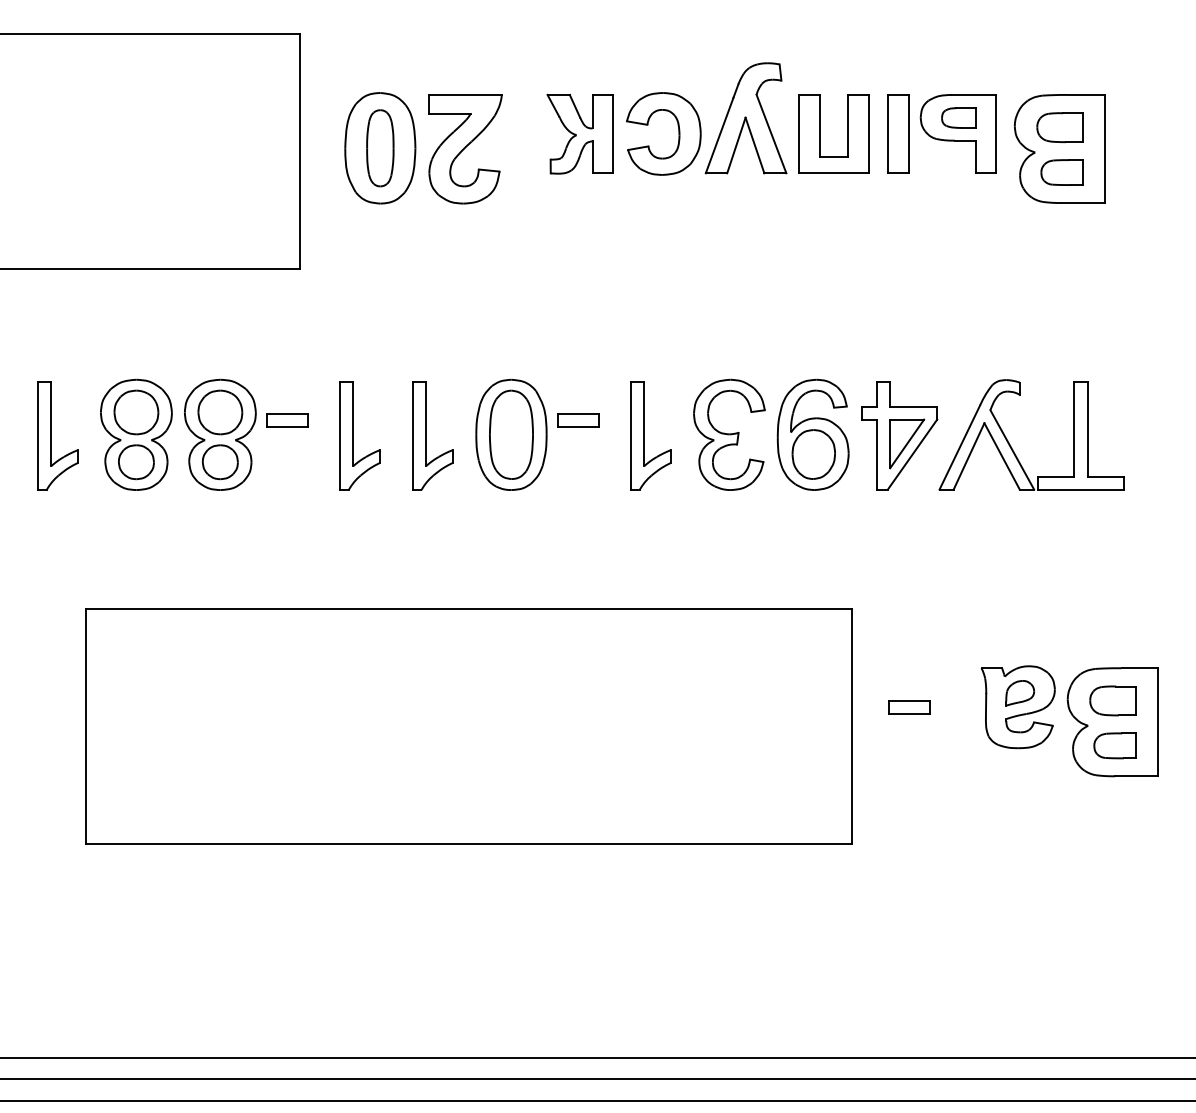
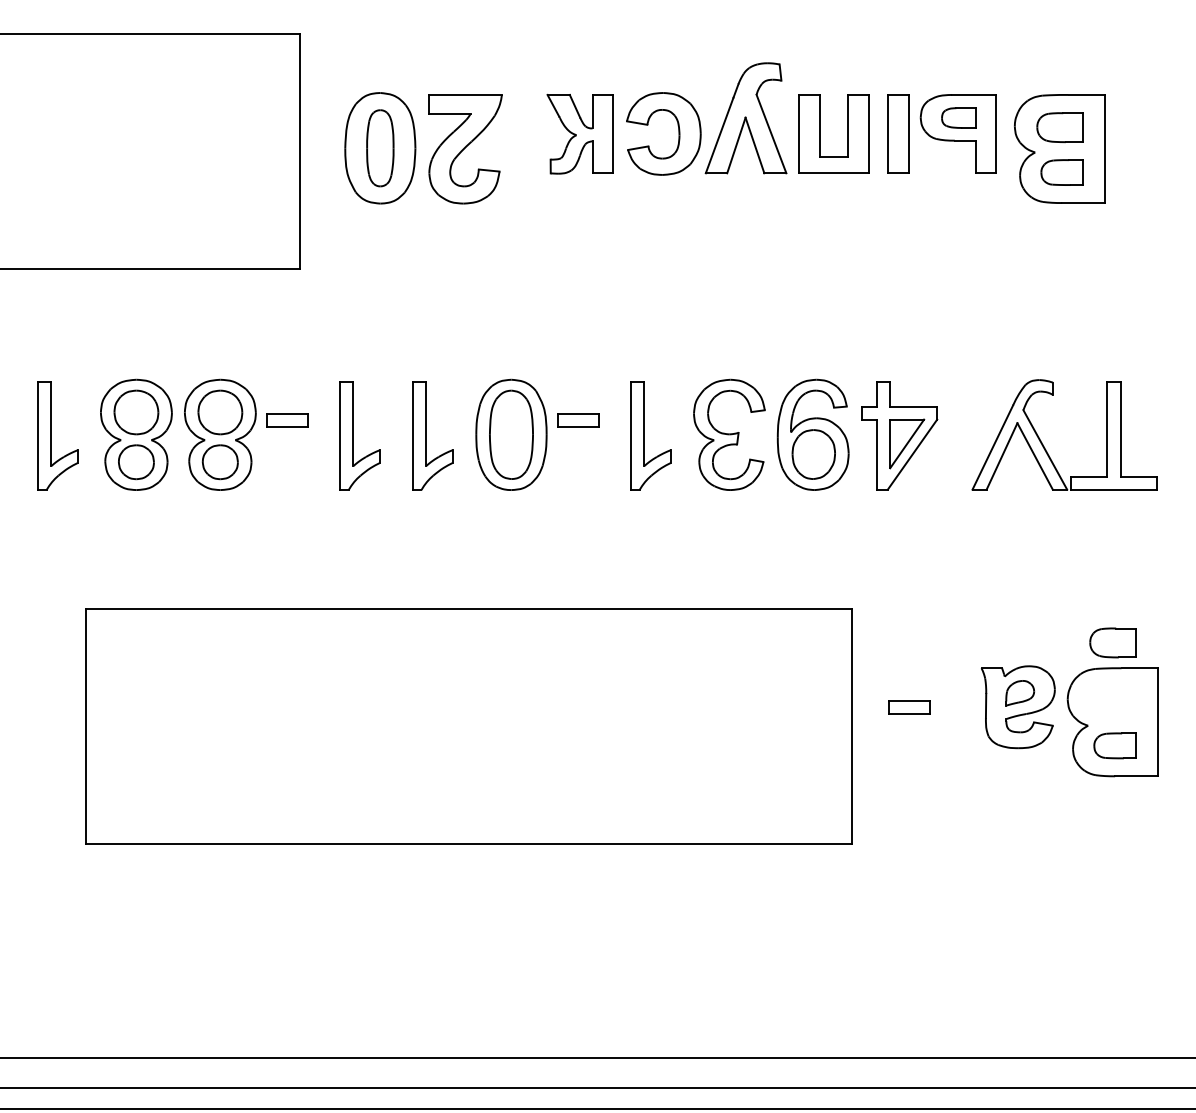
part at (1010, 444) position: (1010, 444) -> (1043, 444)
part at (1112, 700) position: (1112, 700) -> (1112, 642)
line at (597, 1079) position: (597, 1079) -> (597, 1088)
line at (597, 1100) position: (597, 1100) -> (597, 1108)
